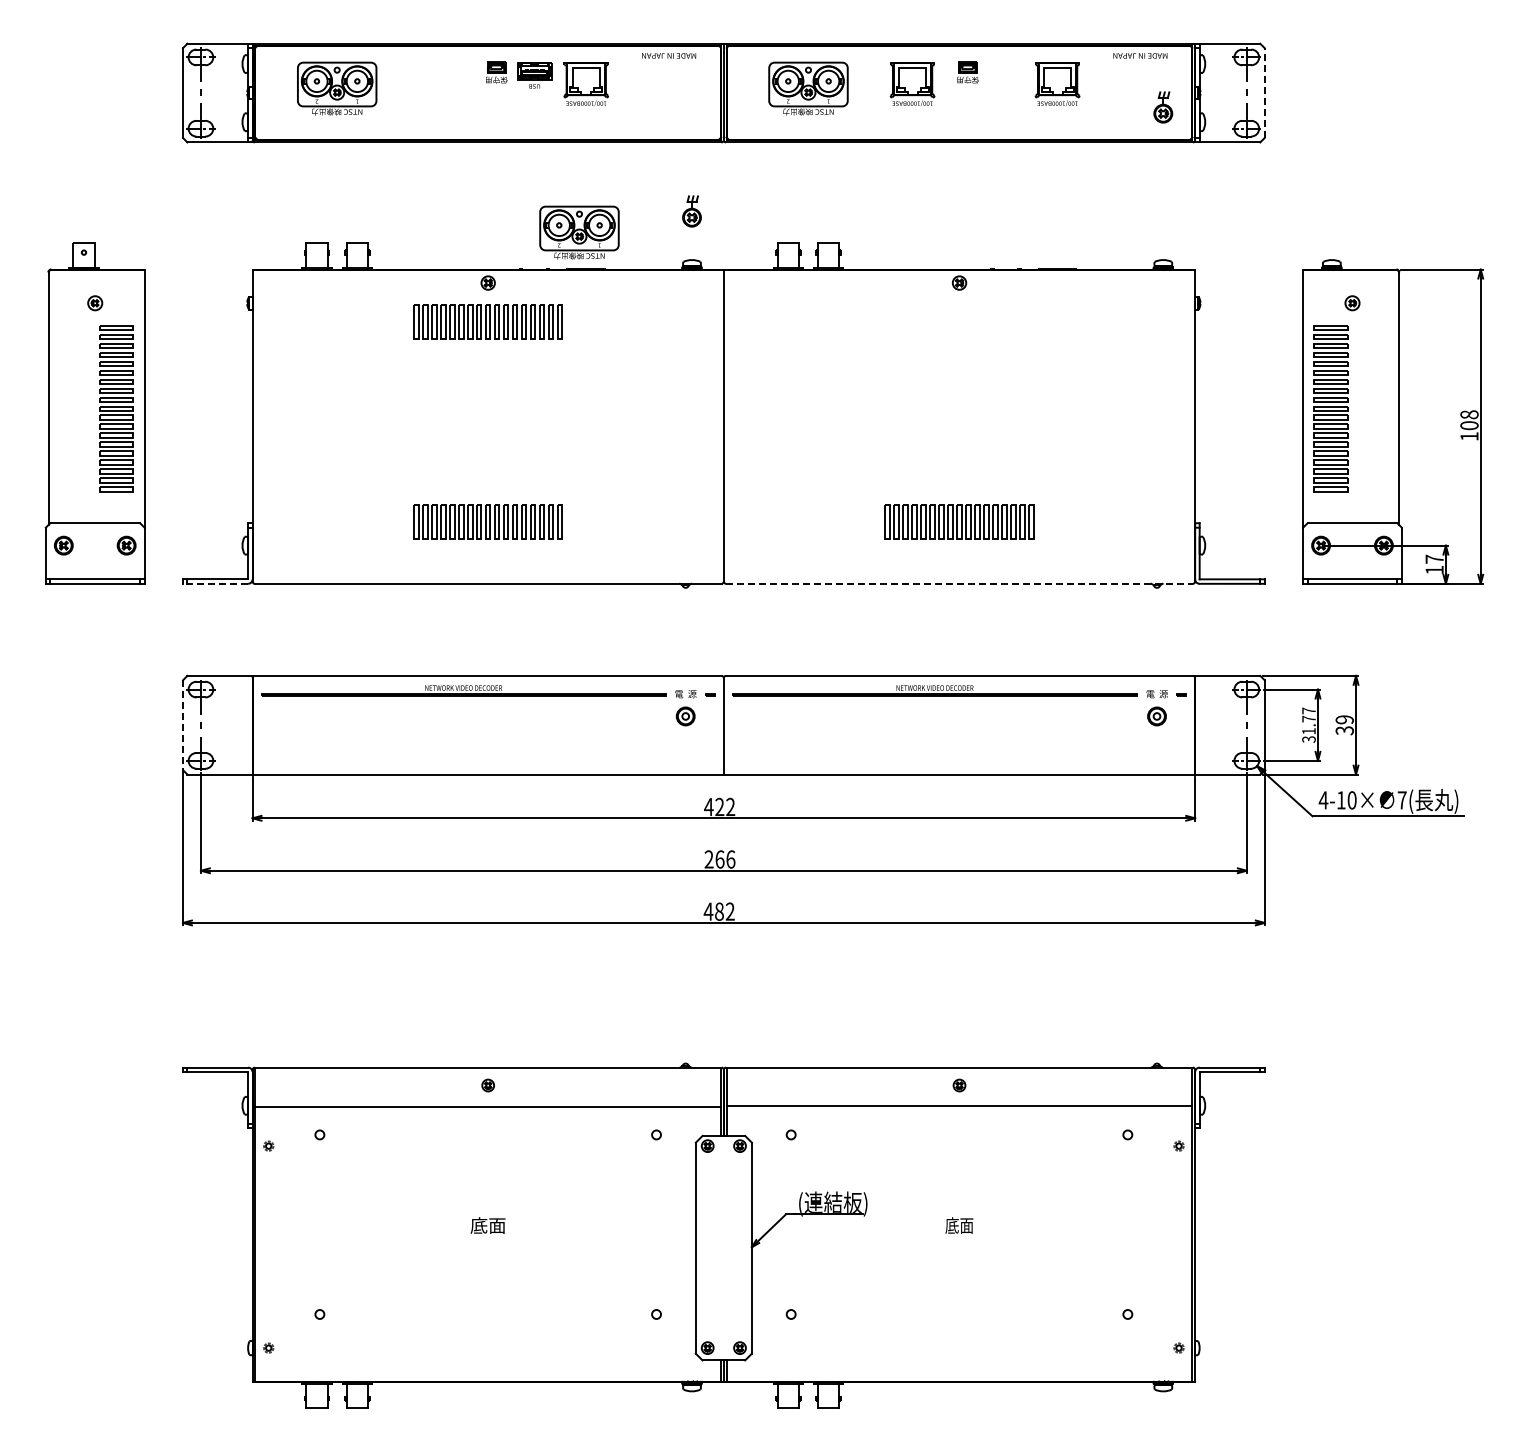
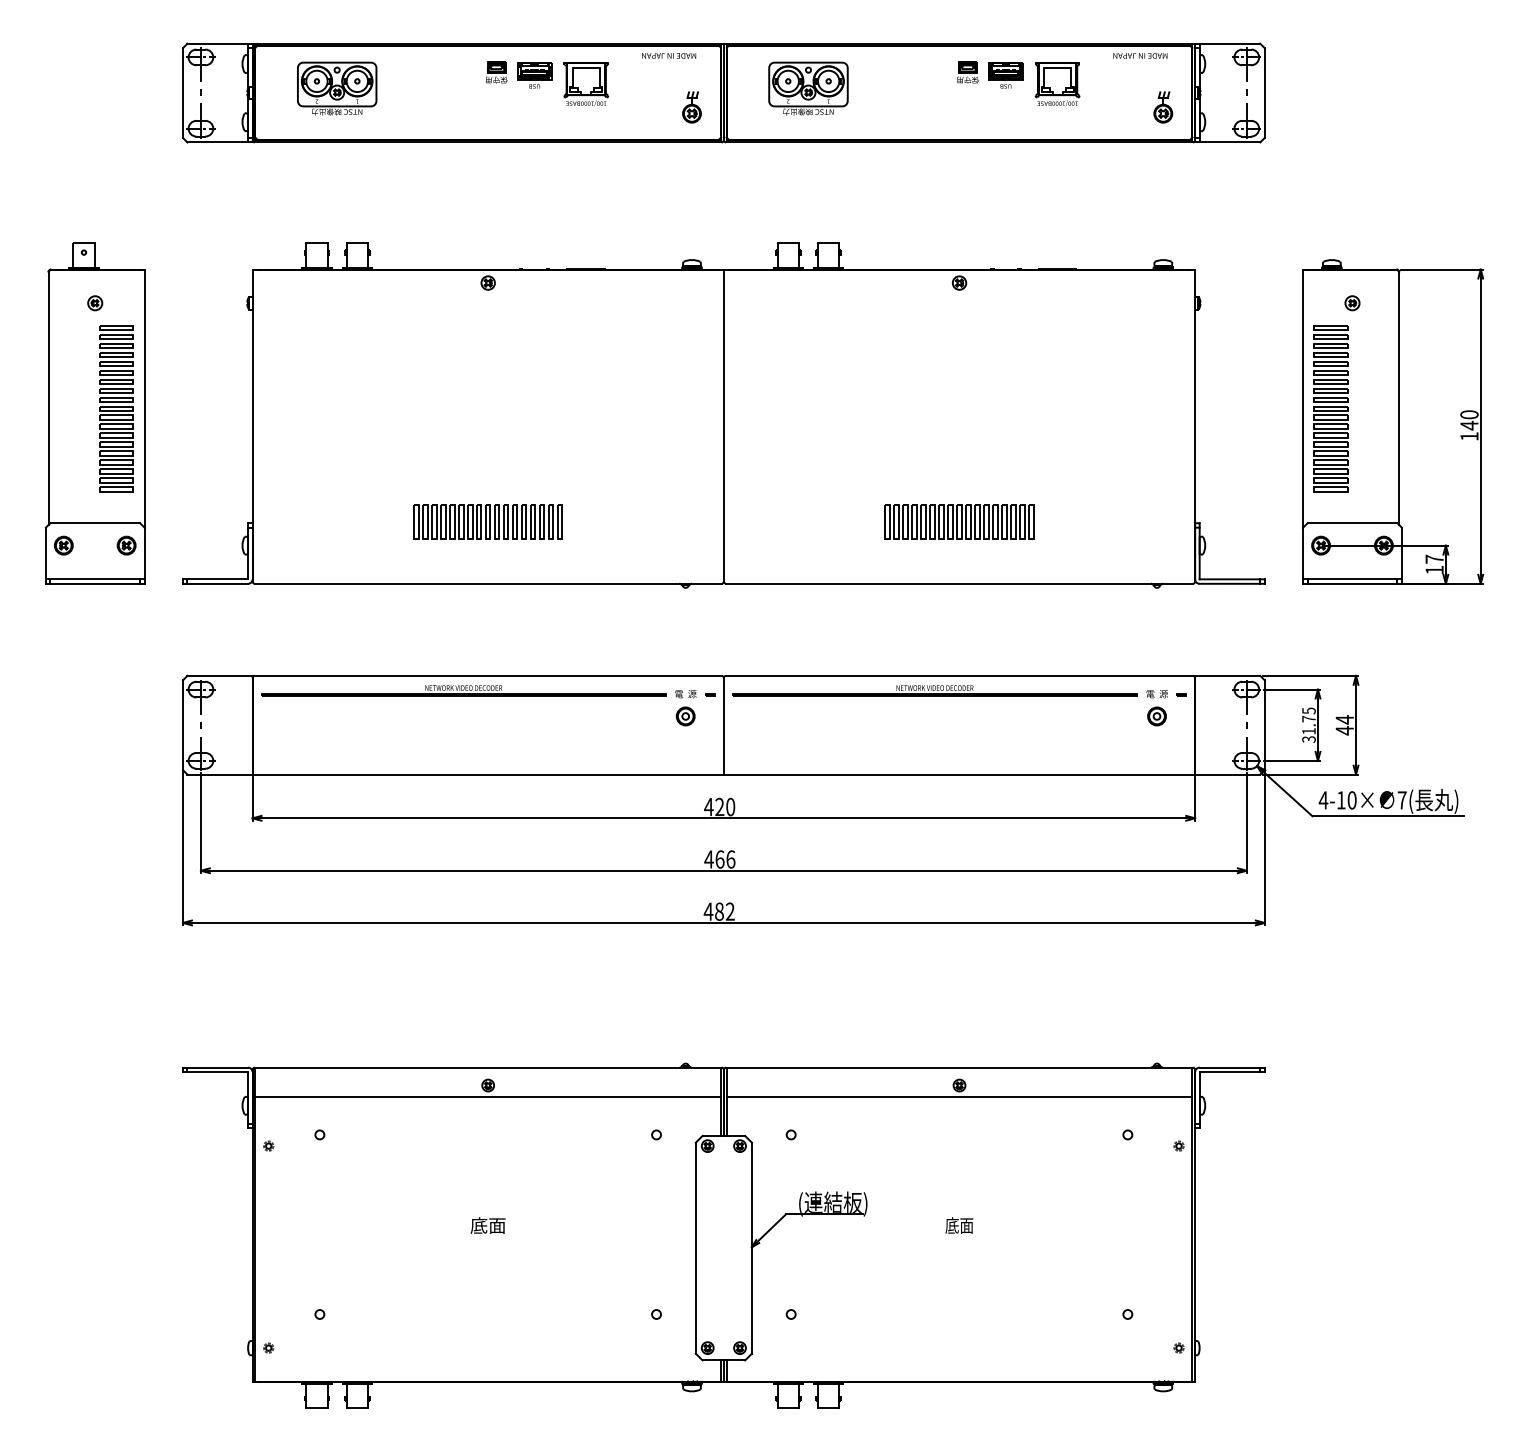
part at (1005, 75): none -> present
part at (912, 83): present -> none
line at (1264, 93): dashed -> solid
part at (691, 211) position: (691, 211) -> (691, 107)
part at (579, 232): present -> none
part at (487, 321): present -> none
text at (1469, 420): 108 -> 140
line at (215, 583): dashed -> solid
line at (960, 583): dashed -> solid
text at (1308, 710): 31.77 -> 31.75
line at (182, 725): dashed -> solid
text at (1344, 725): 39 -> 44
text at (730, 807): 422 -> 420
text at (708, 859): 266 -> 466
line at (959, 1105) position: (959, 1105) -> (959, 1096)
line at (488, 1106) position: (488, 1106) -> (488, 1096)
